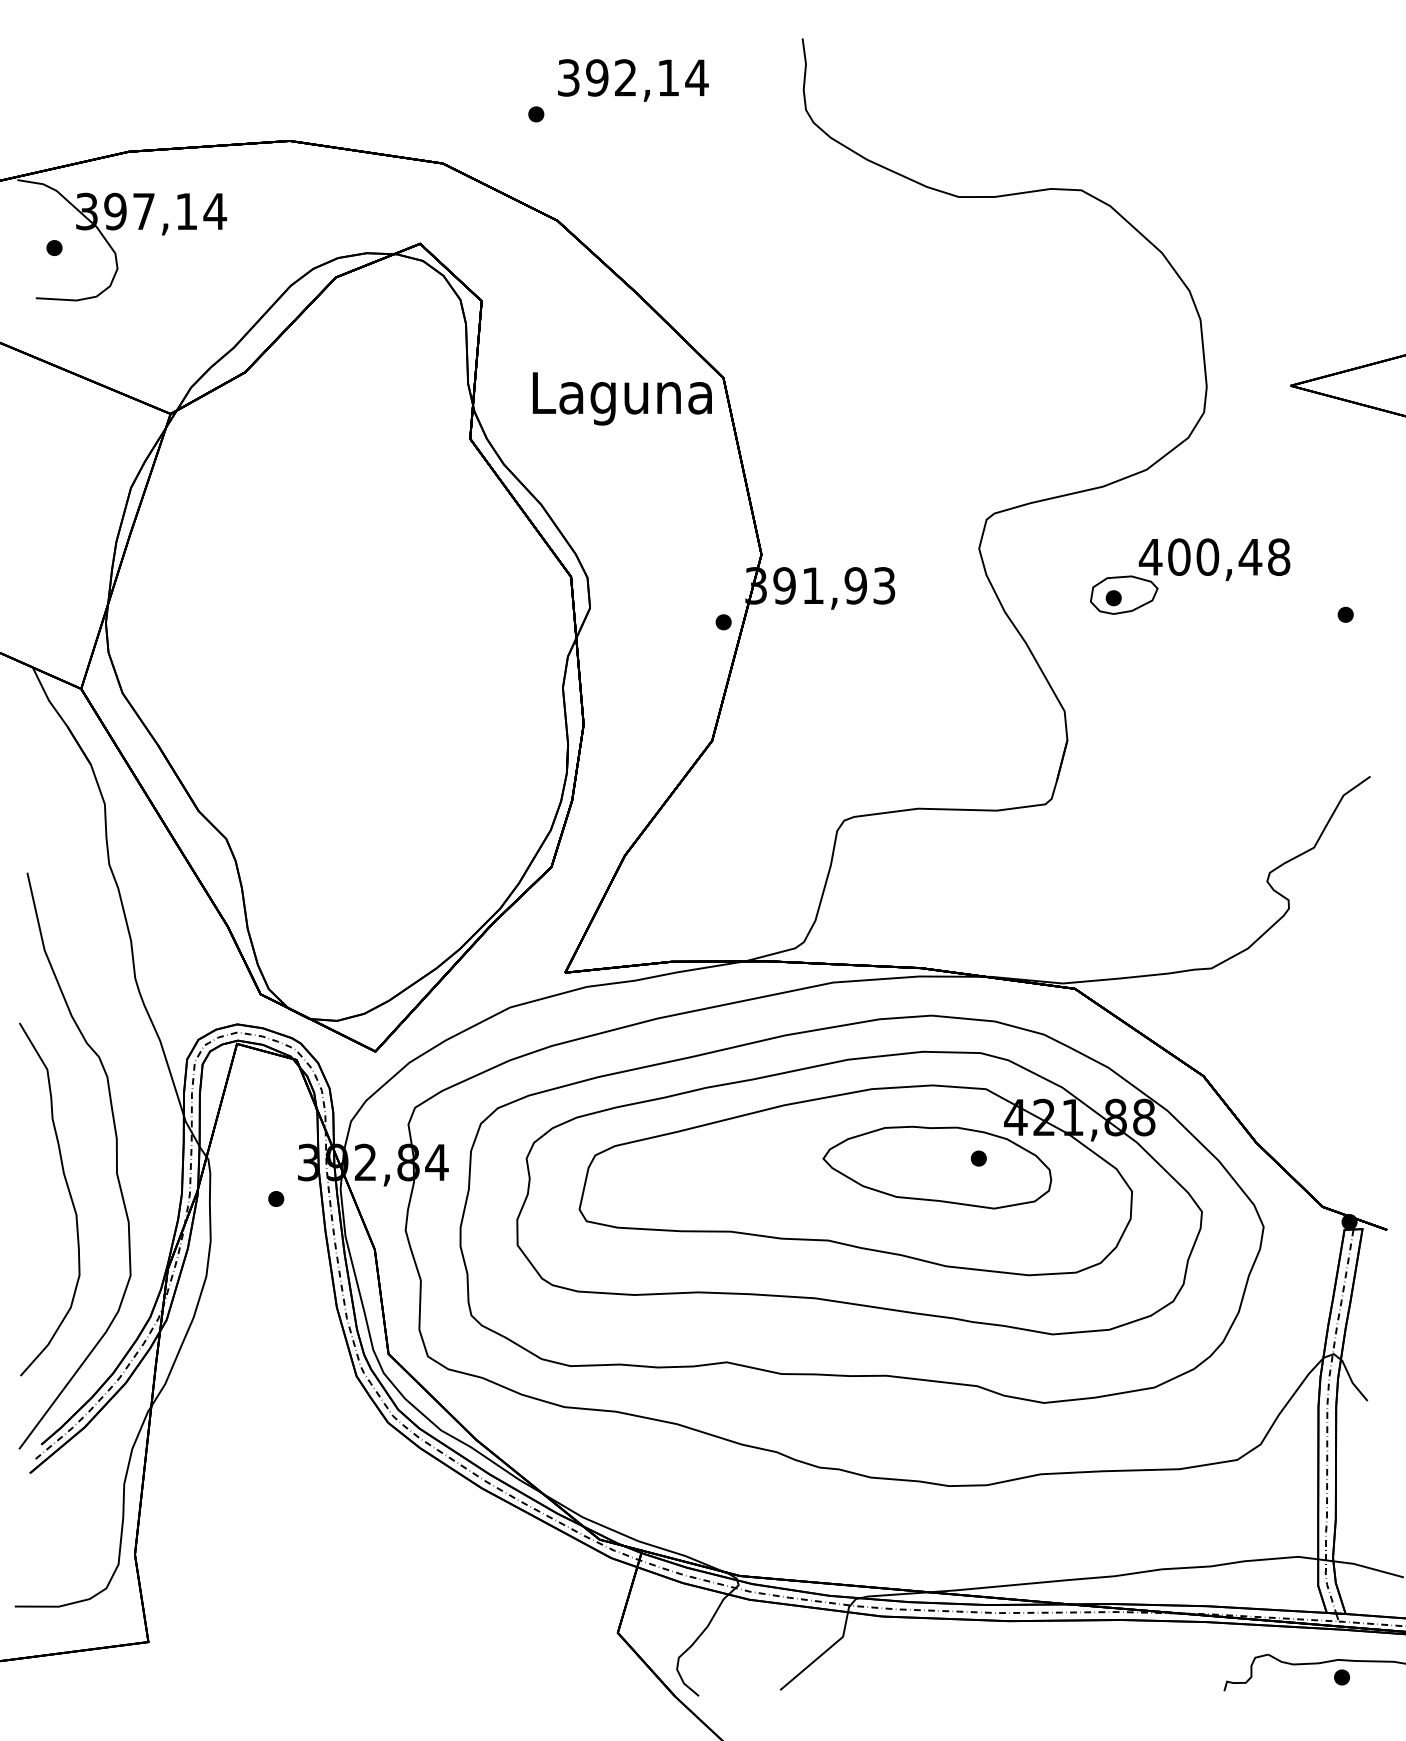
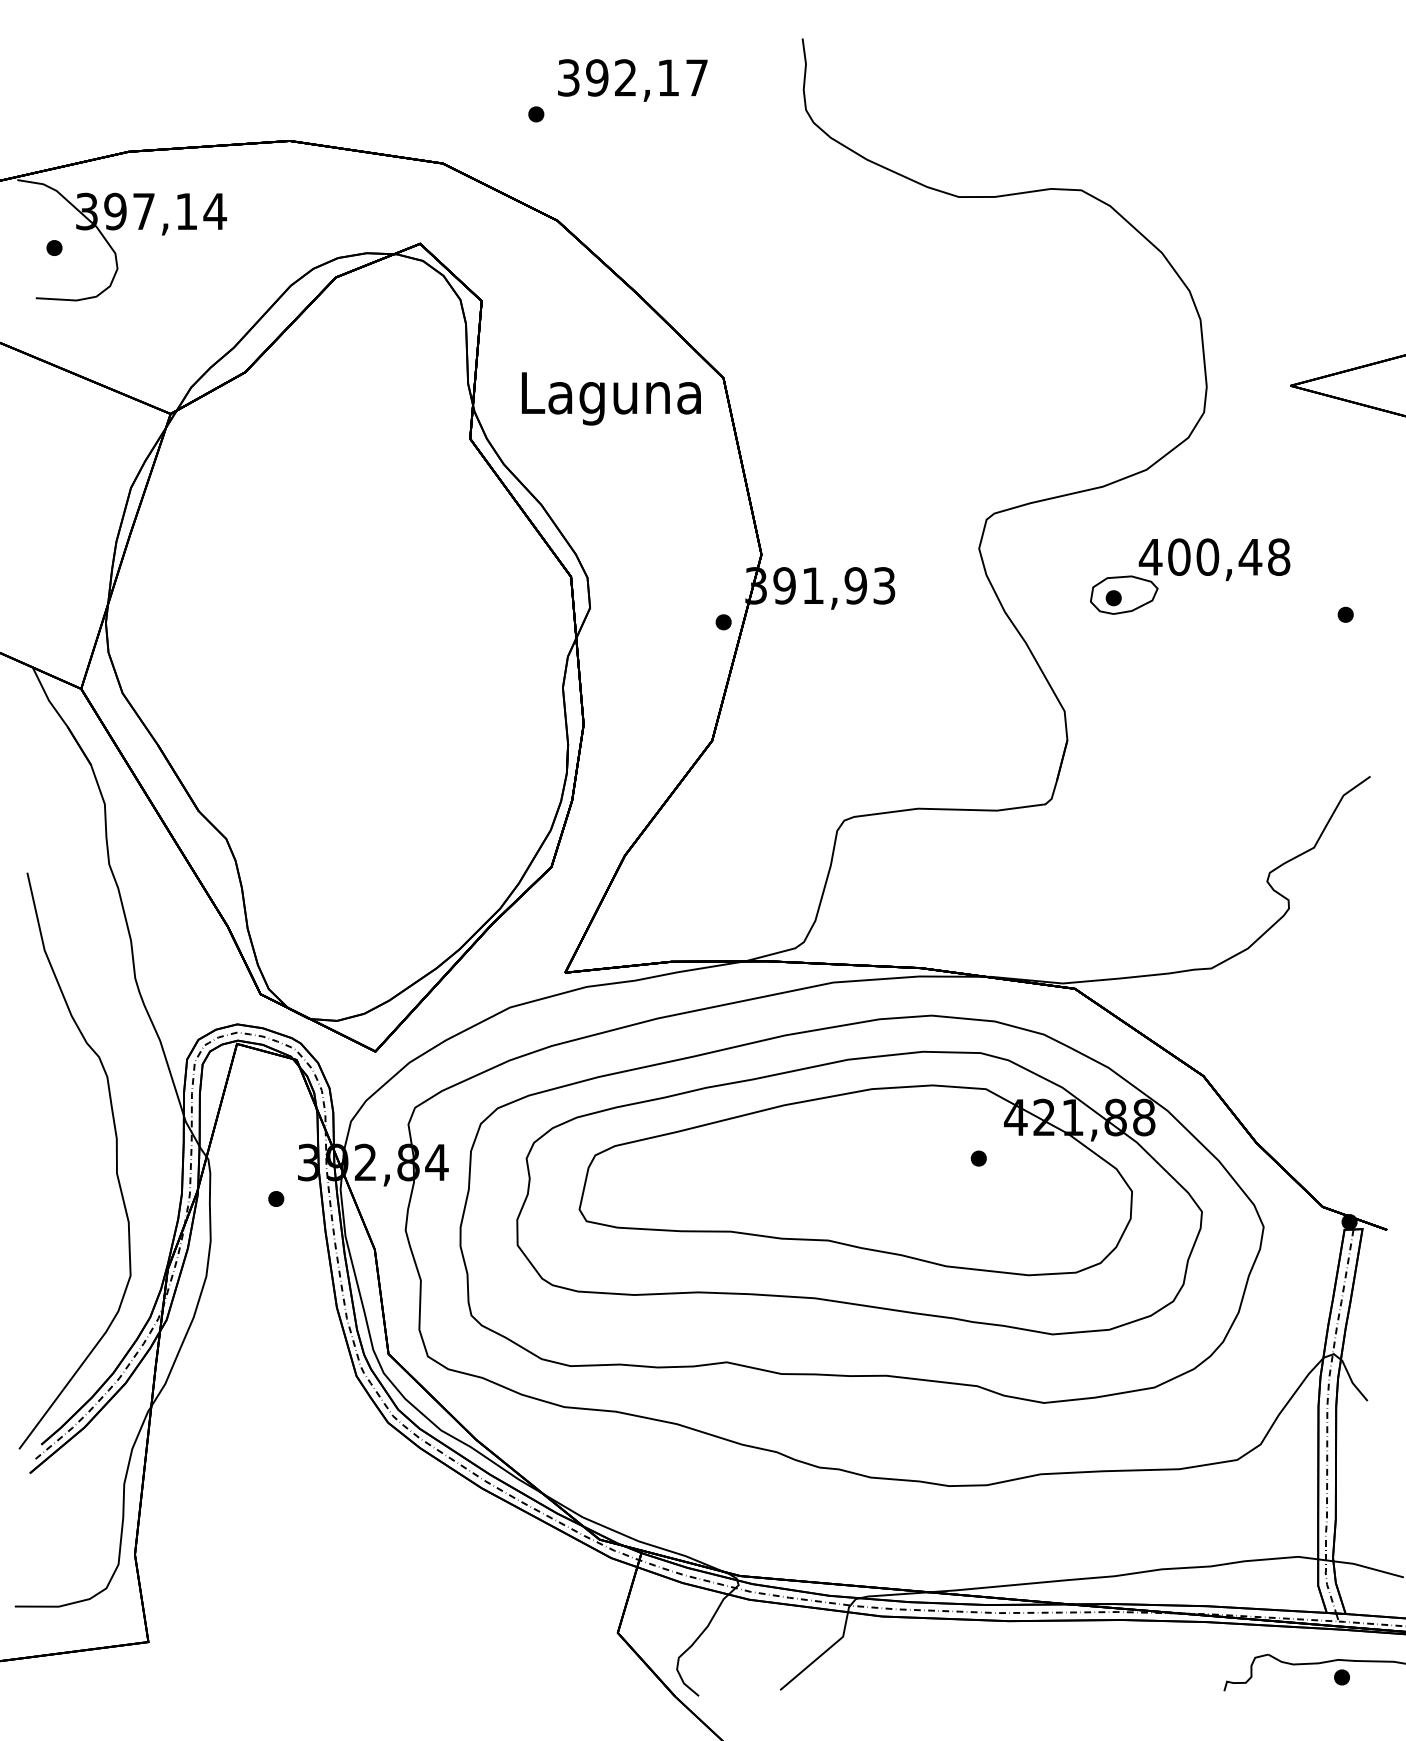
text at (696, 77): 392,14 -> 392,17
text at (622, 398) position: (622, 398) -> (611, 398)
part at (937, 1167): present -> none
curve at (68, 1192): present -> none
